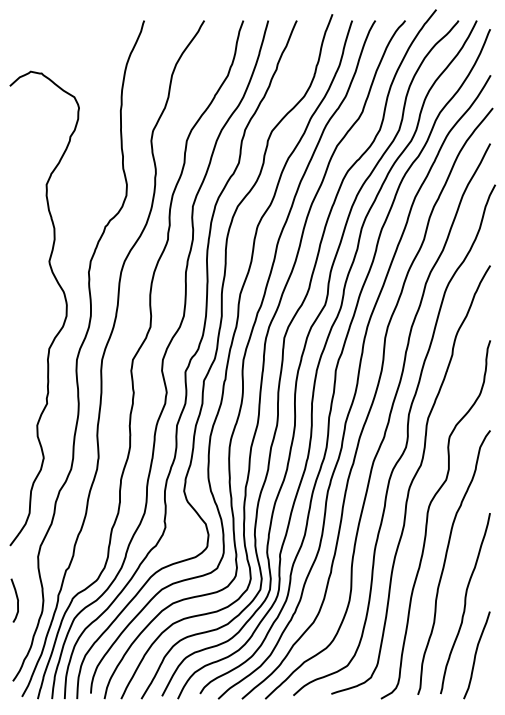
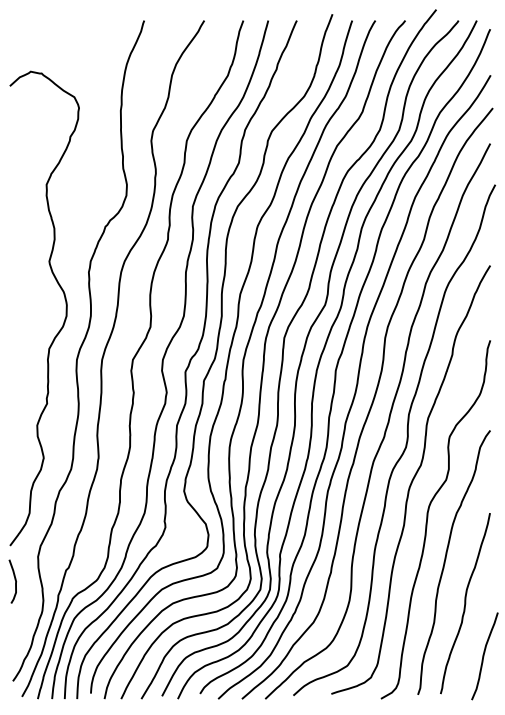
curve at (16, 598) position: (16, 598) -> (14, 579)
curve at (476, 655) position: (476, 655) -> (484, 656)
